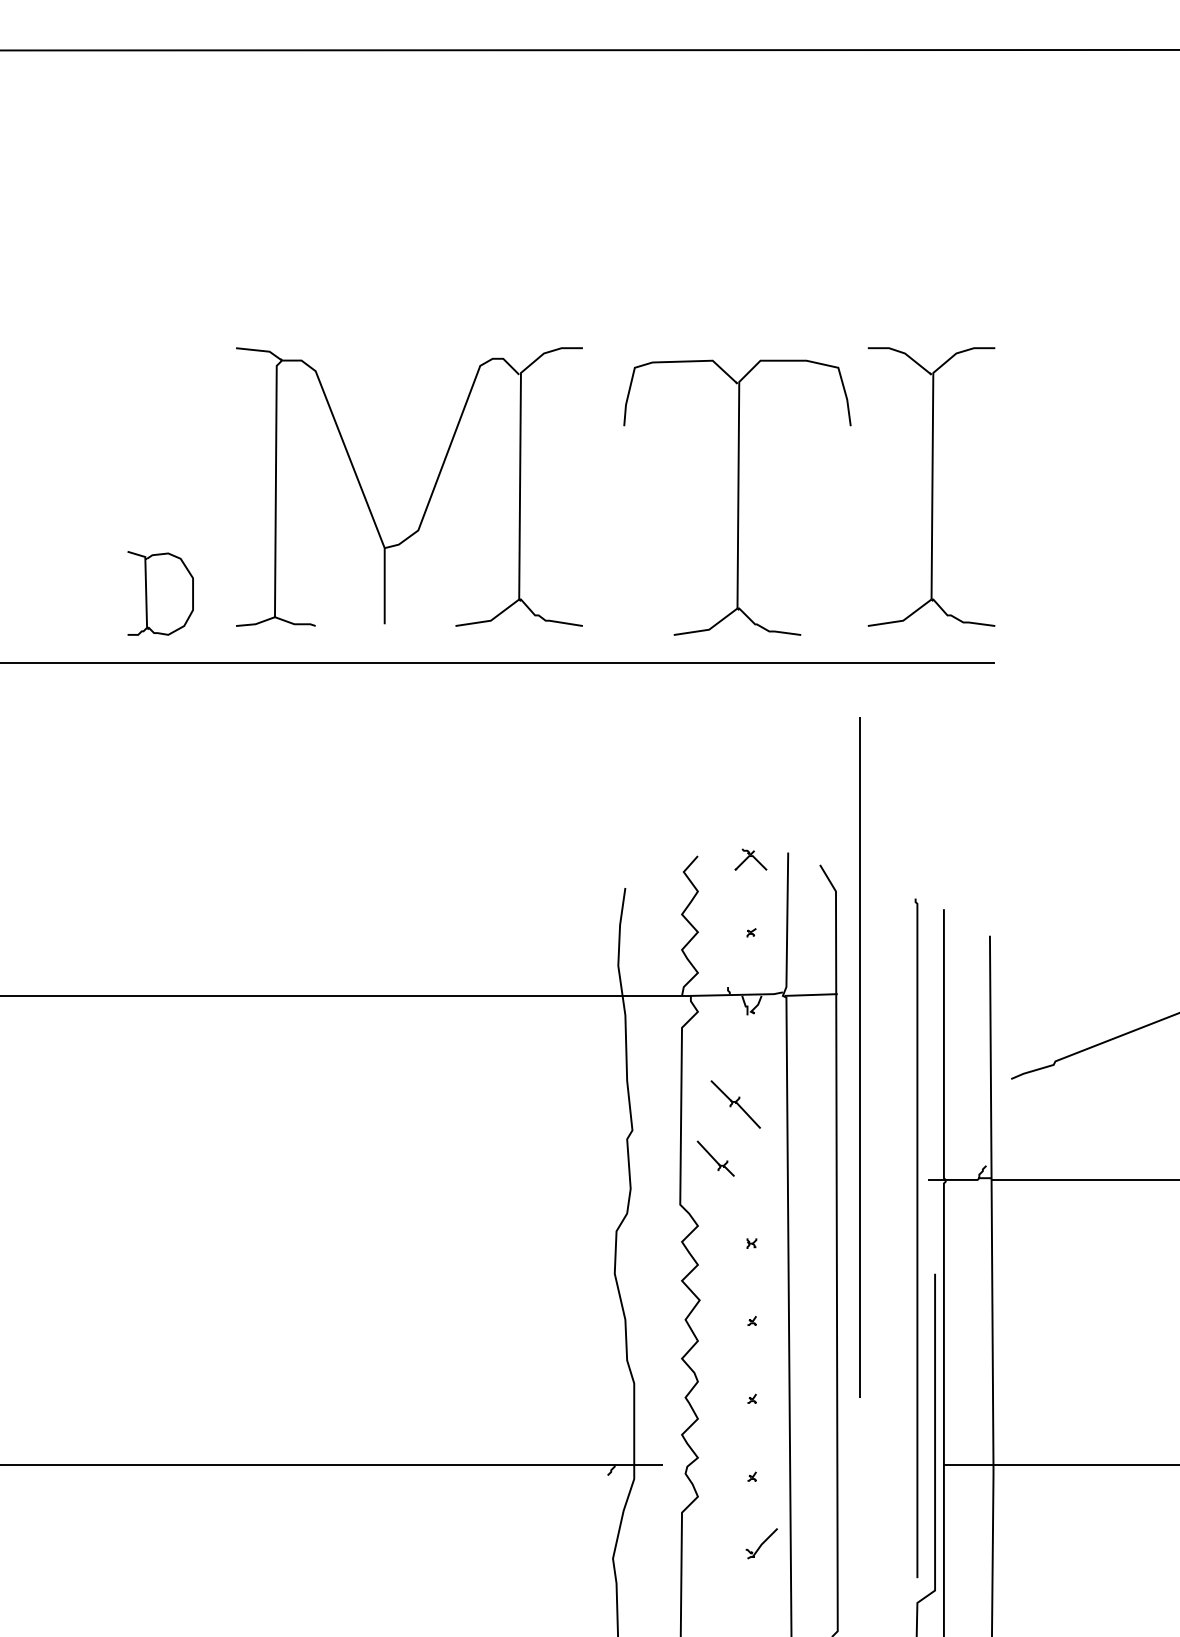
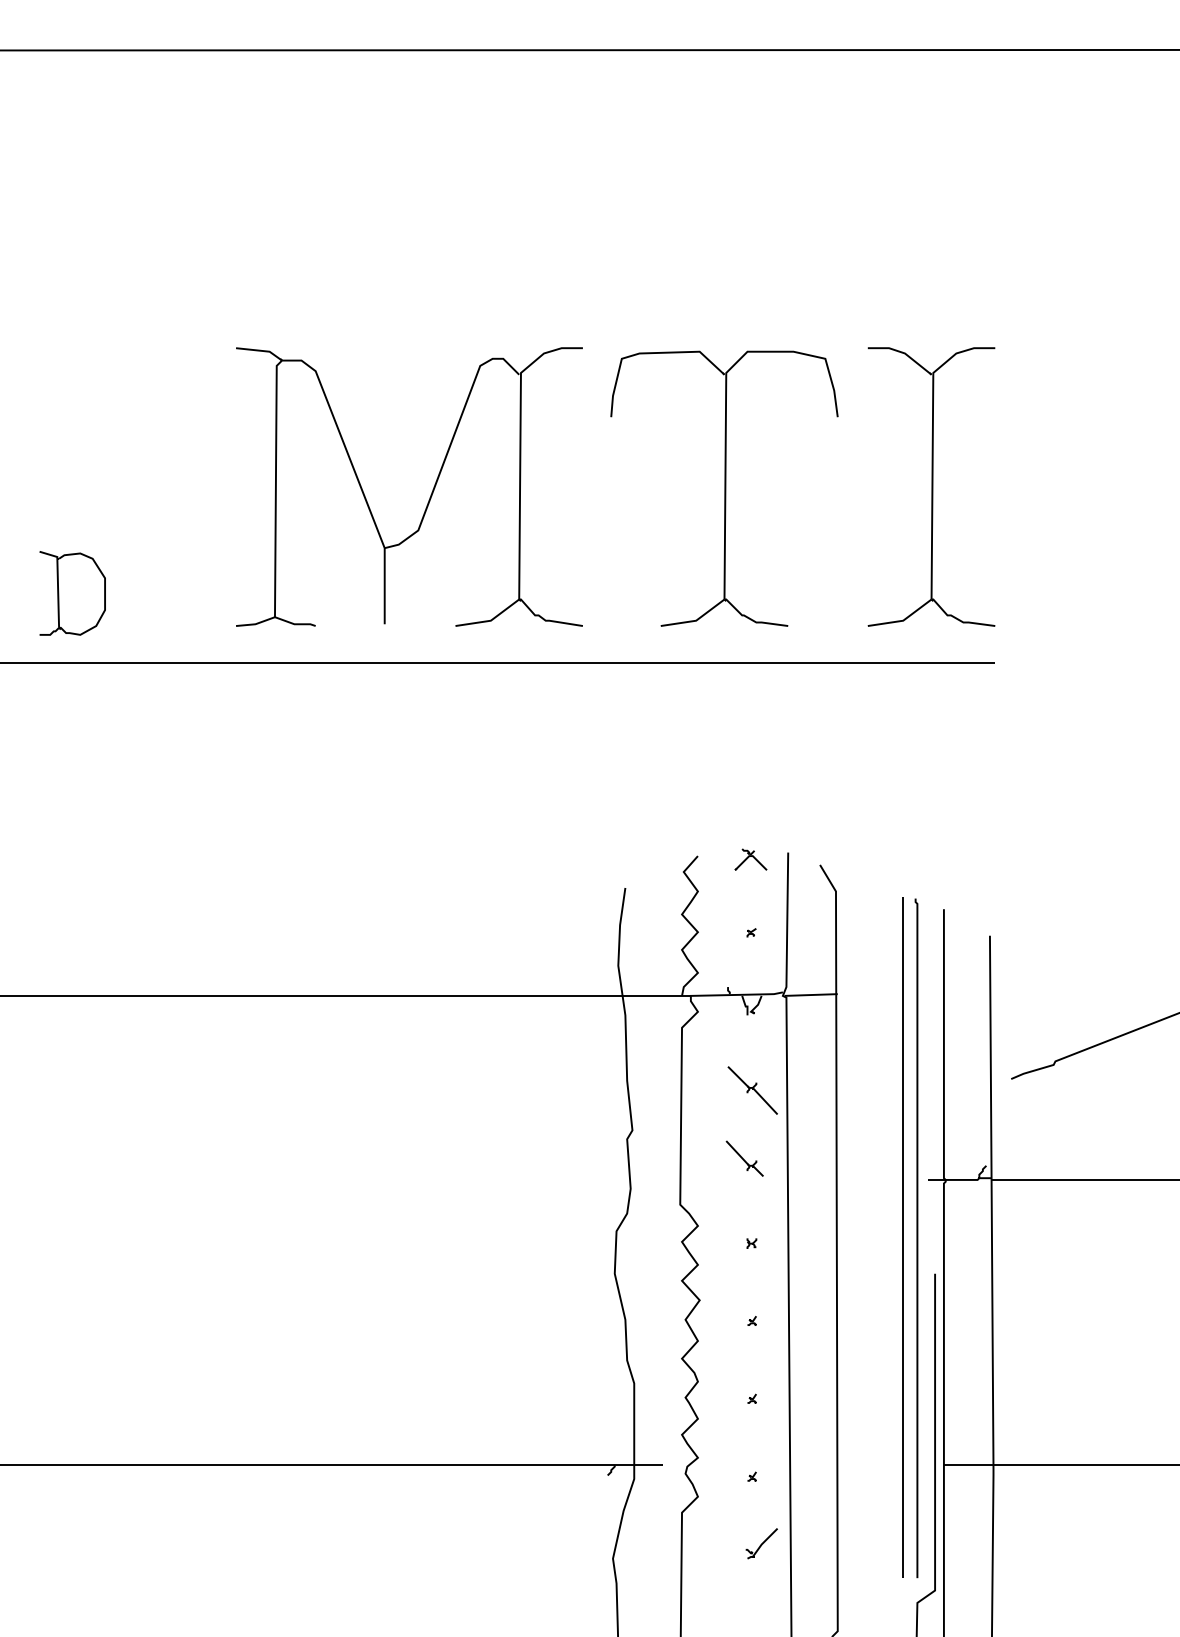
part at (737, 497) position: (737, 497) -> (724, 488)
part at (160, 593) position: (160, 593) -> (72, 593)
line at (859, 1057) position: (859, 1057) -> (902, 1237)
part at (735, 1104) position: (735, 1104) -> (752, 1090)
part at (715, 1158) position: (715, 1158) -> (744, 1158)
